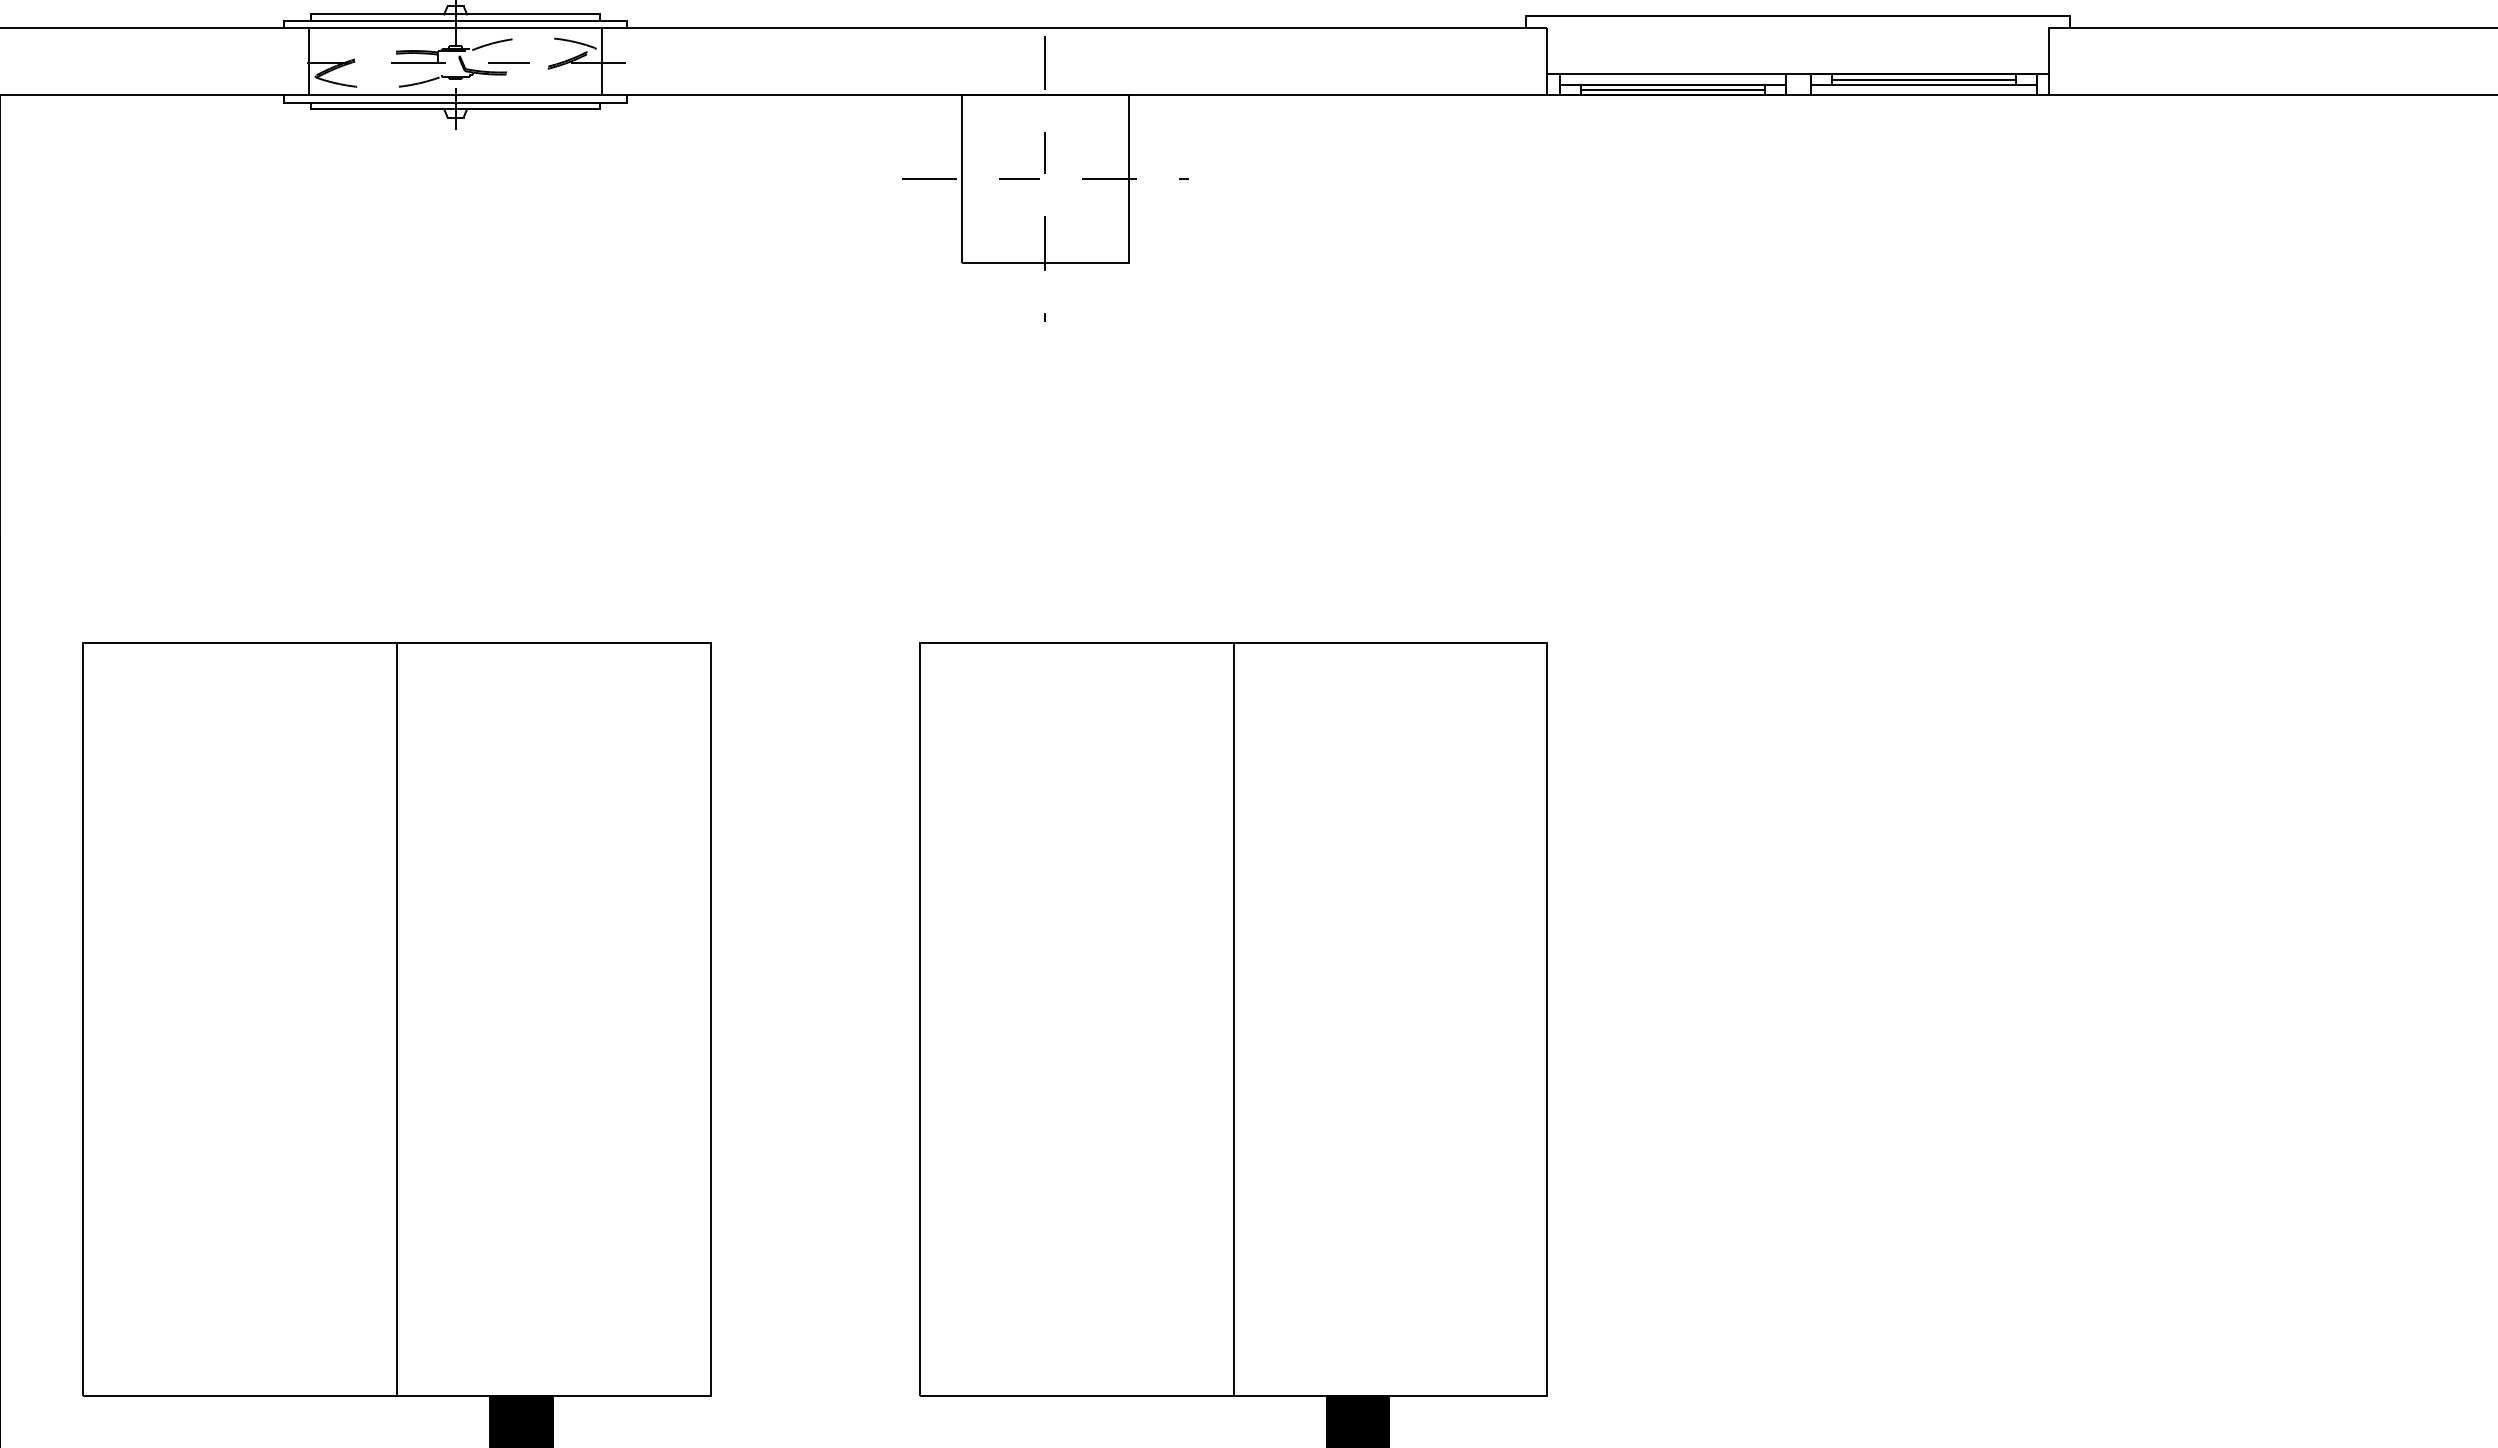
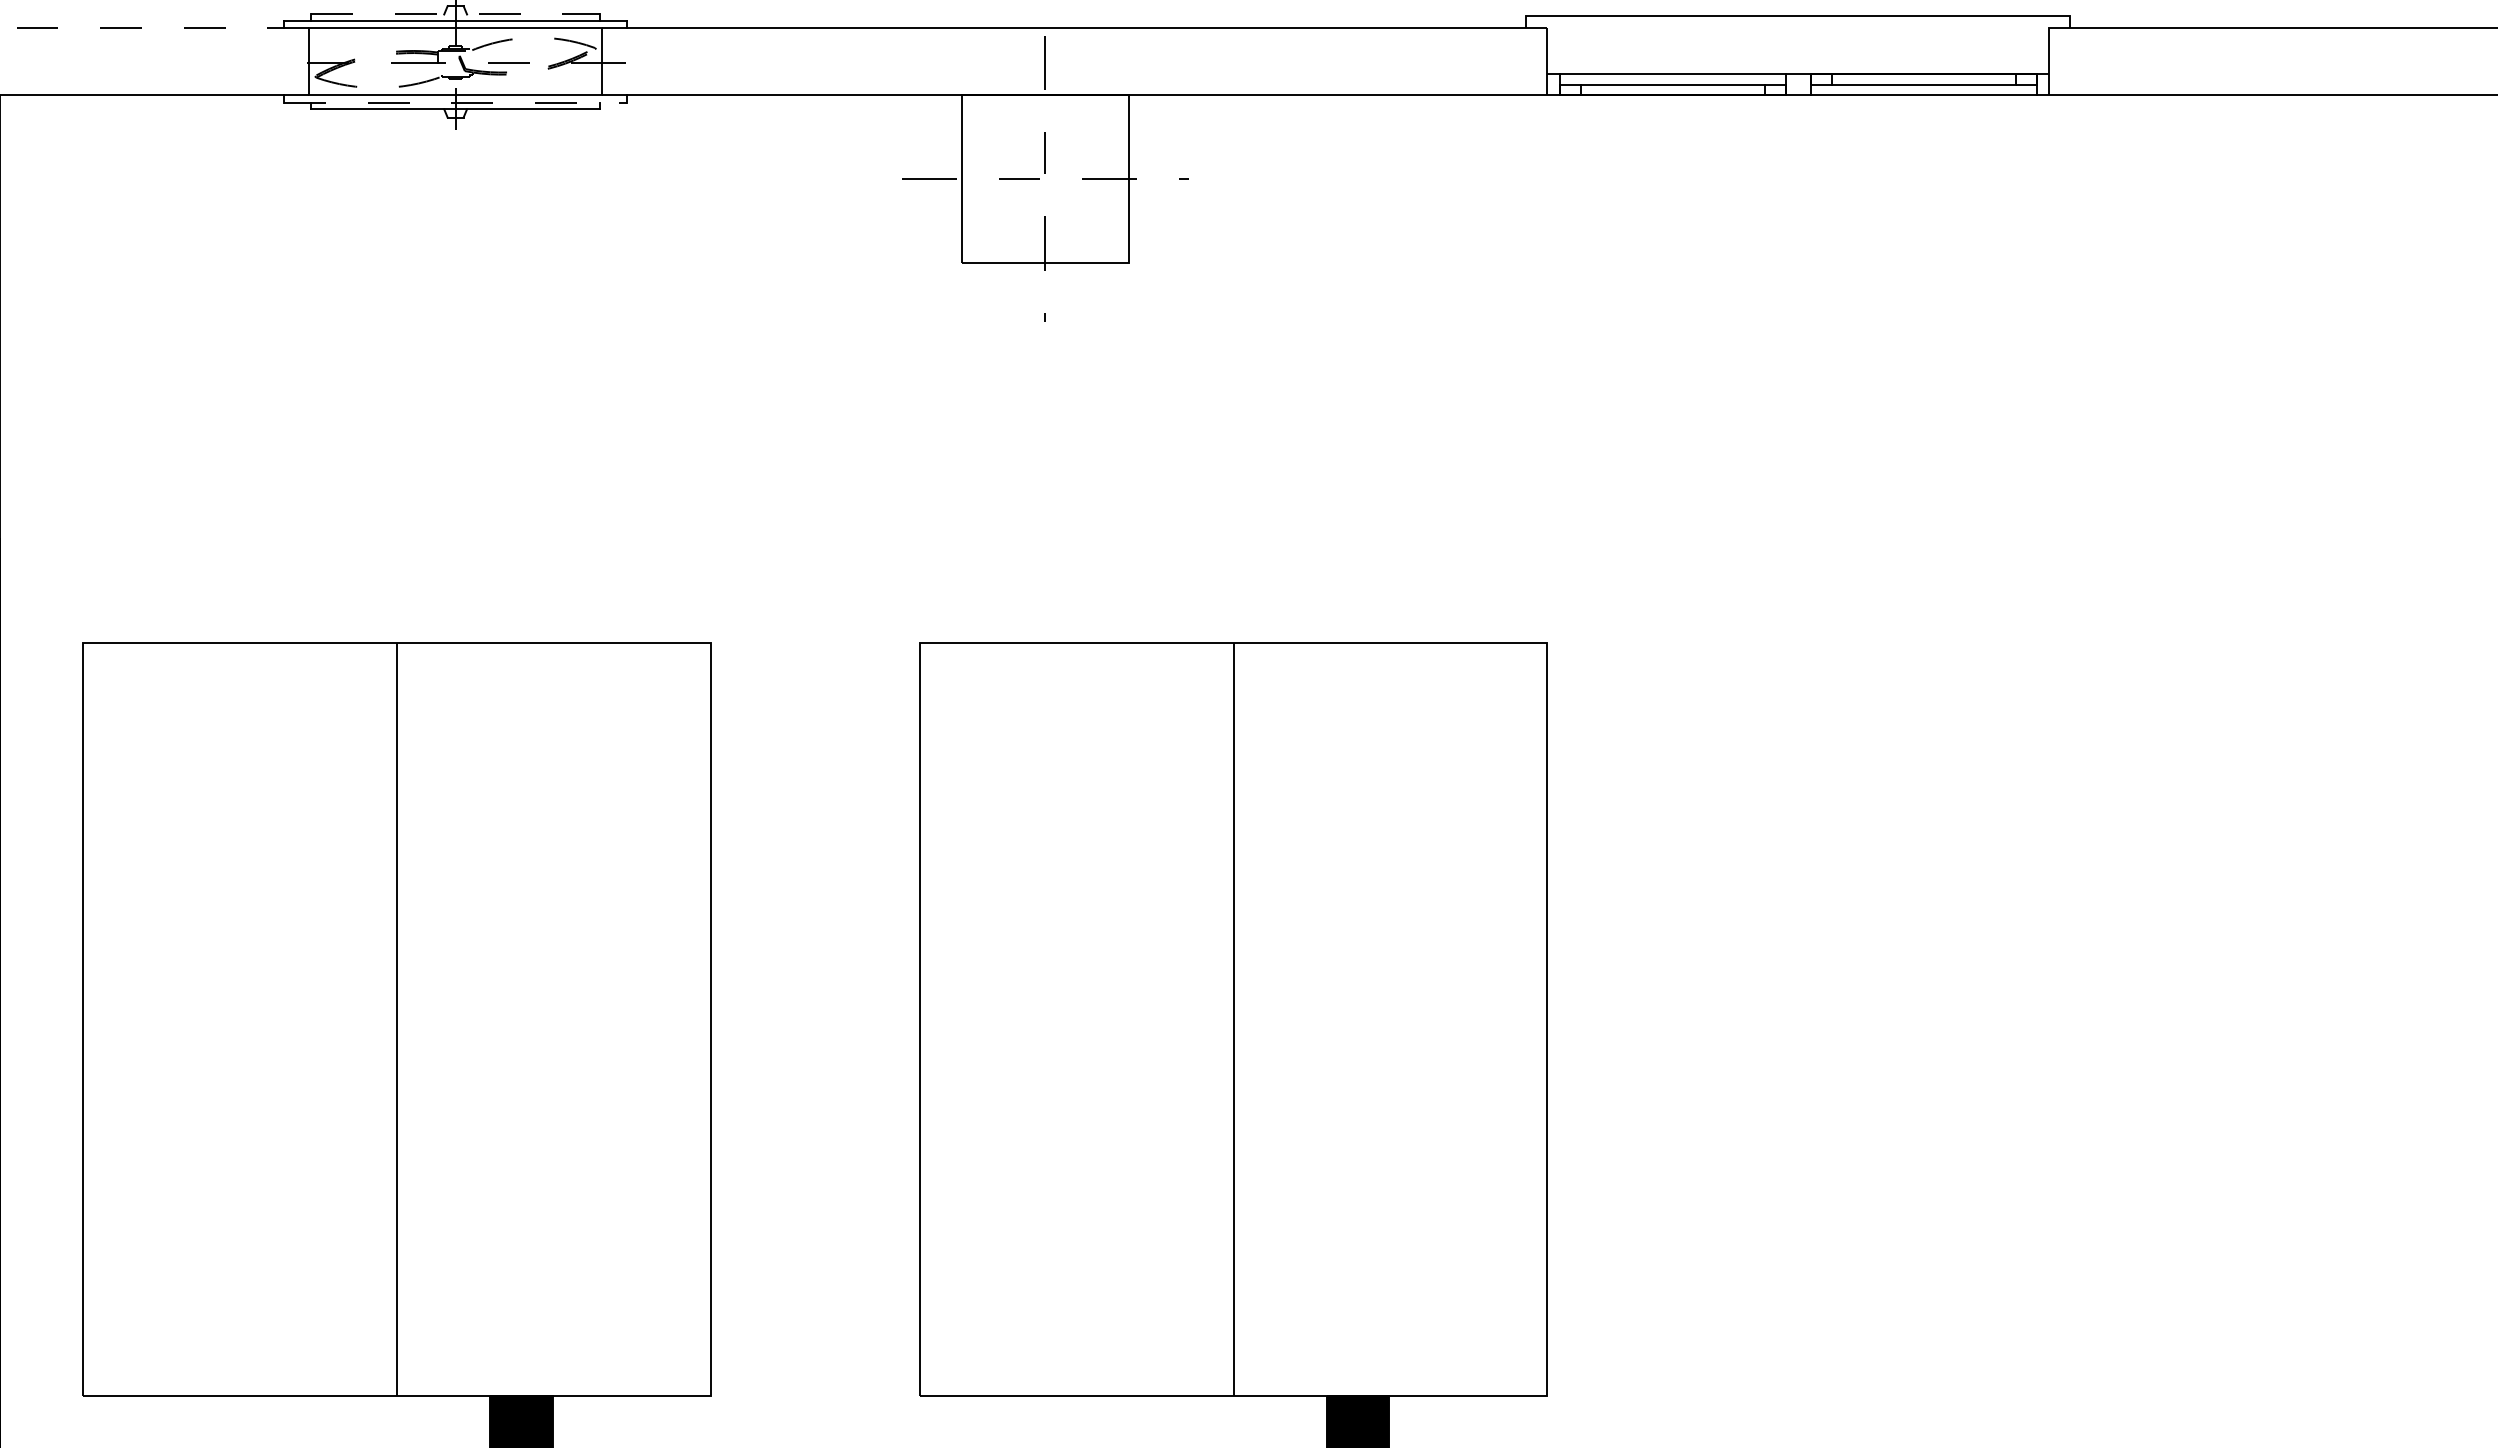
line at (456, 14): solid -> dashed
line at (154, 28): solid -> dashed
line at (1923, 79): present -> none
line at (1672, 90): present -> none
line at (455, 103): solid -> dashed
